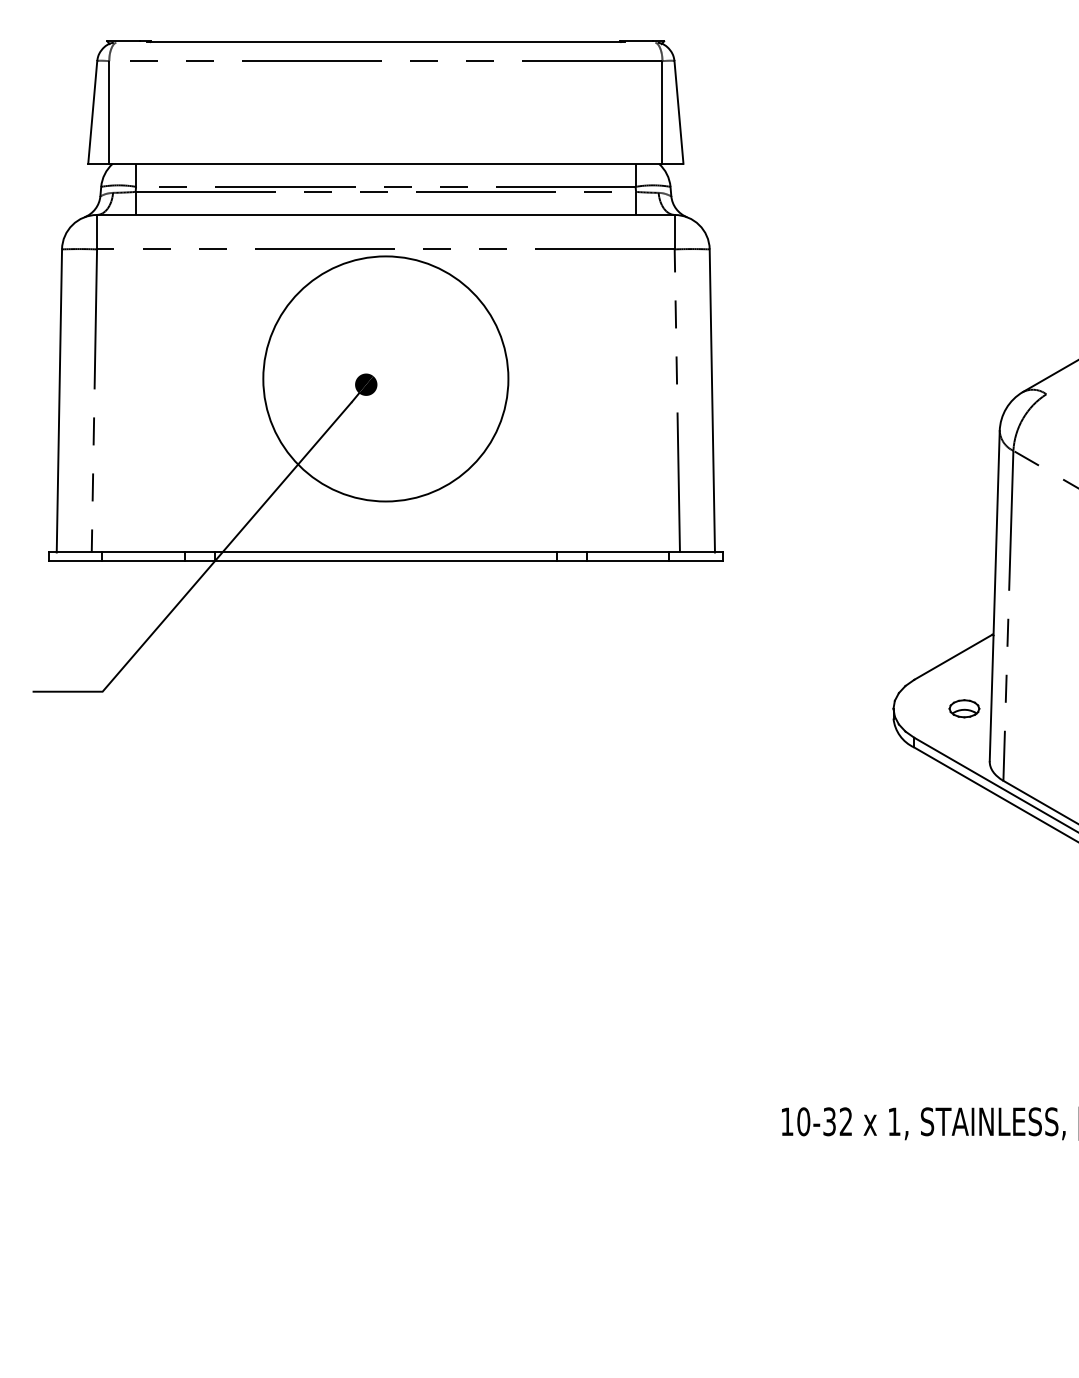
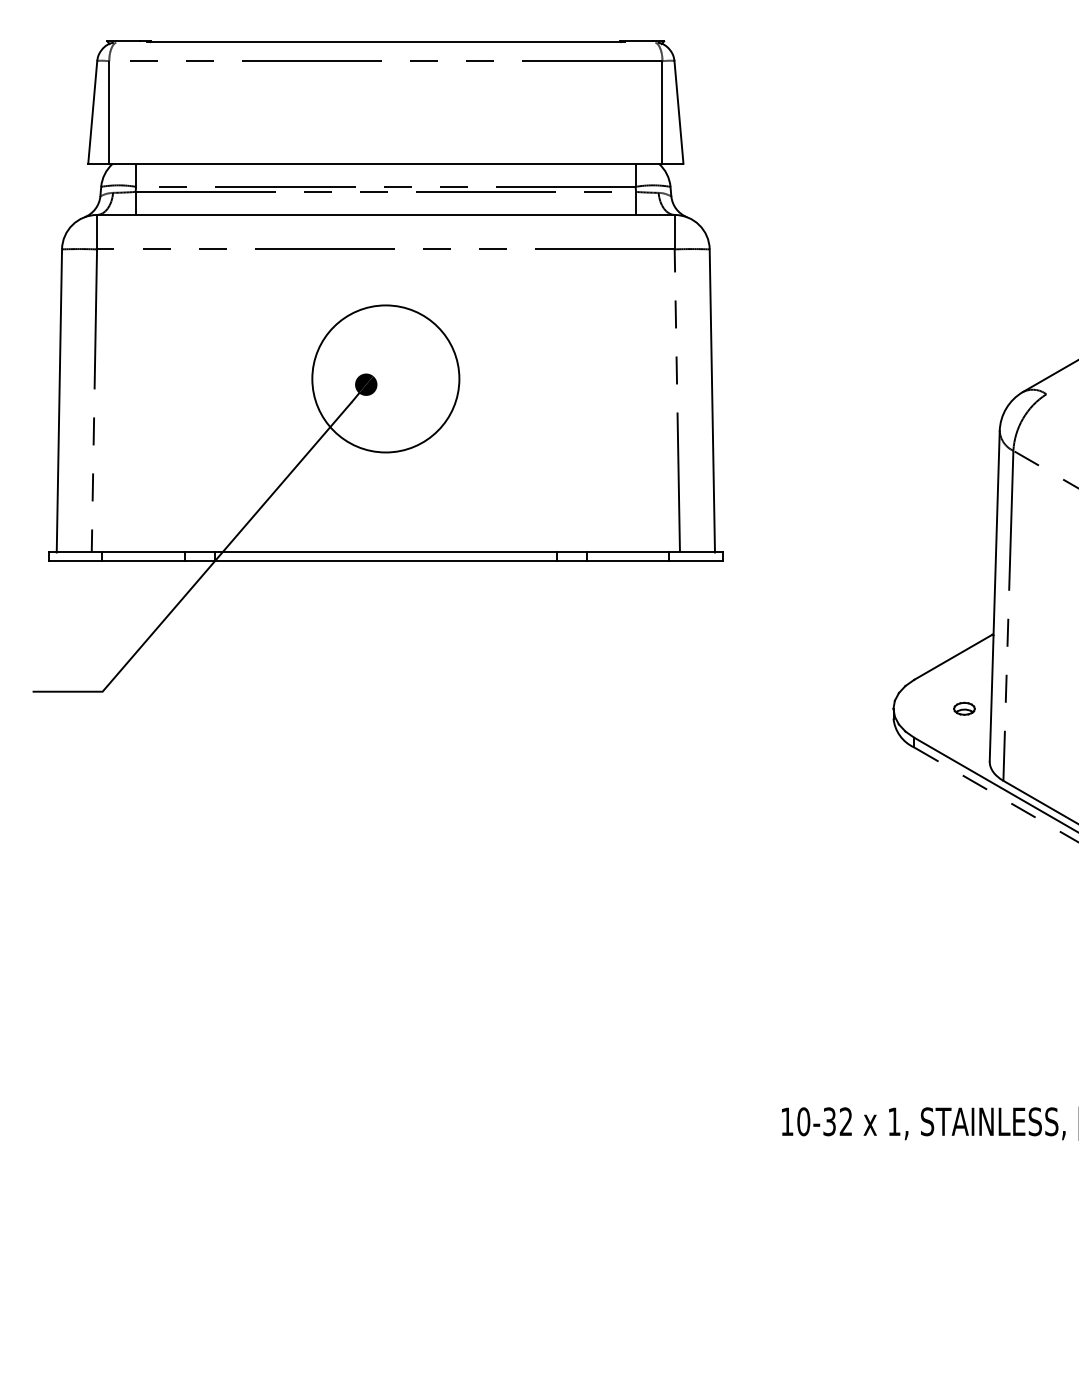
circle at (385, 378) diameter: 245 px -> 147 px
part at (964, 708) size: 33x20 px -> 23x15 px
line at (996, 794): solid -> dashed
